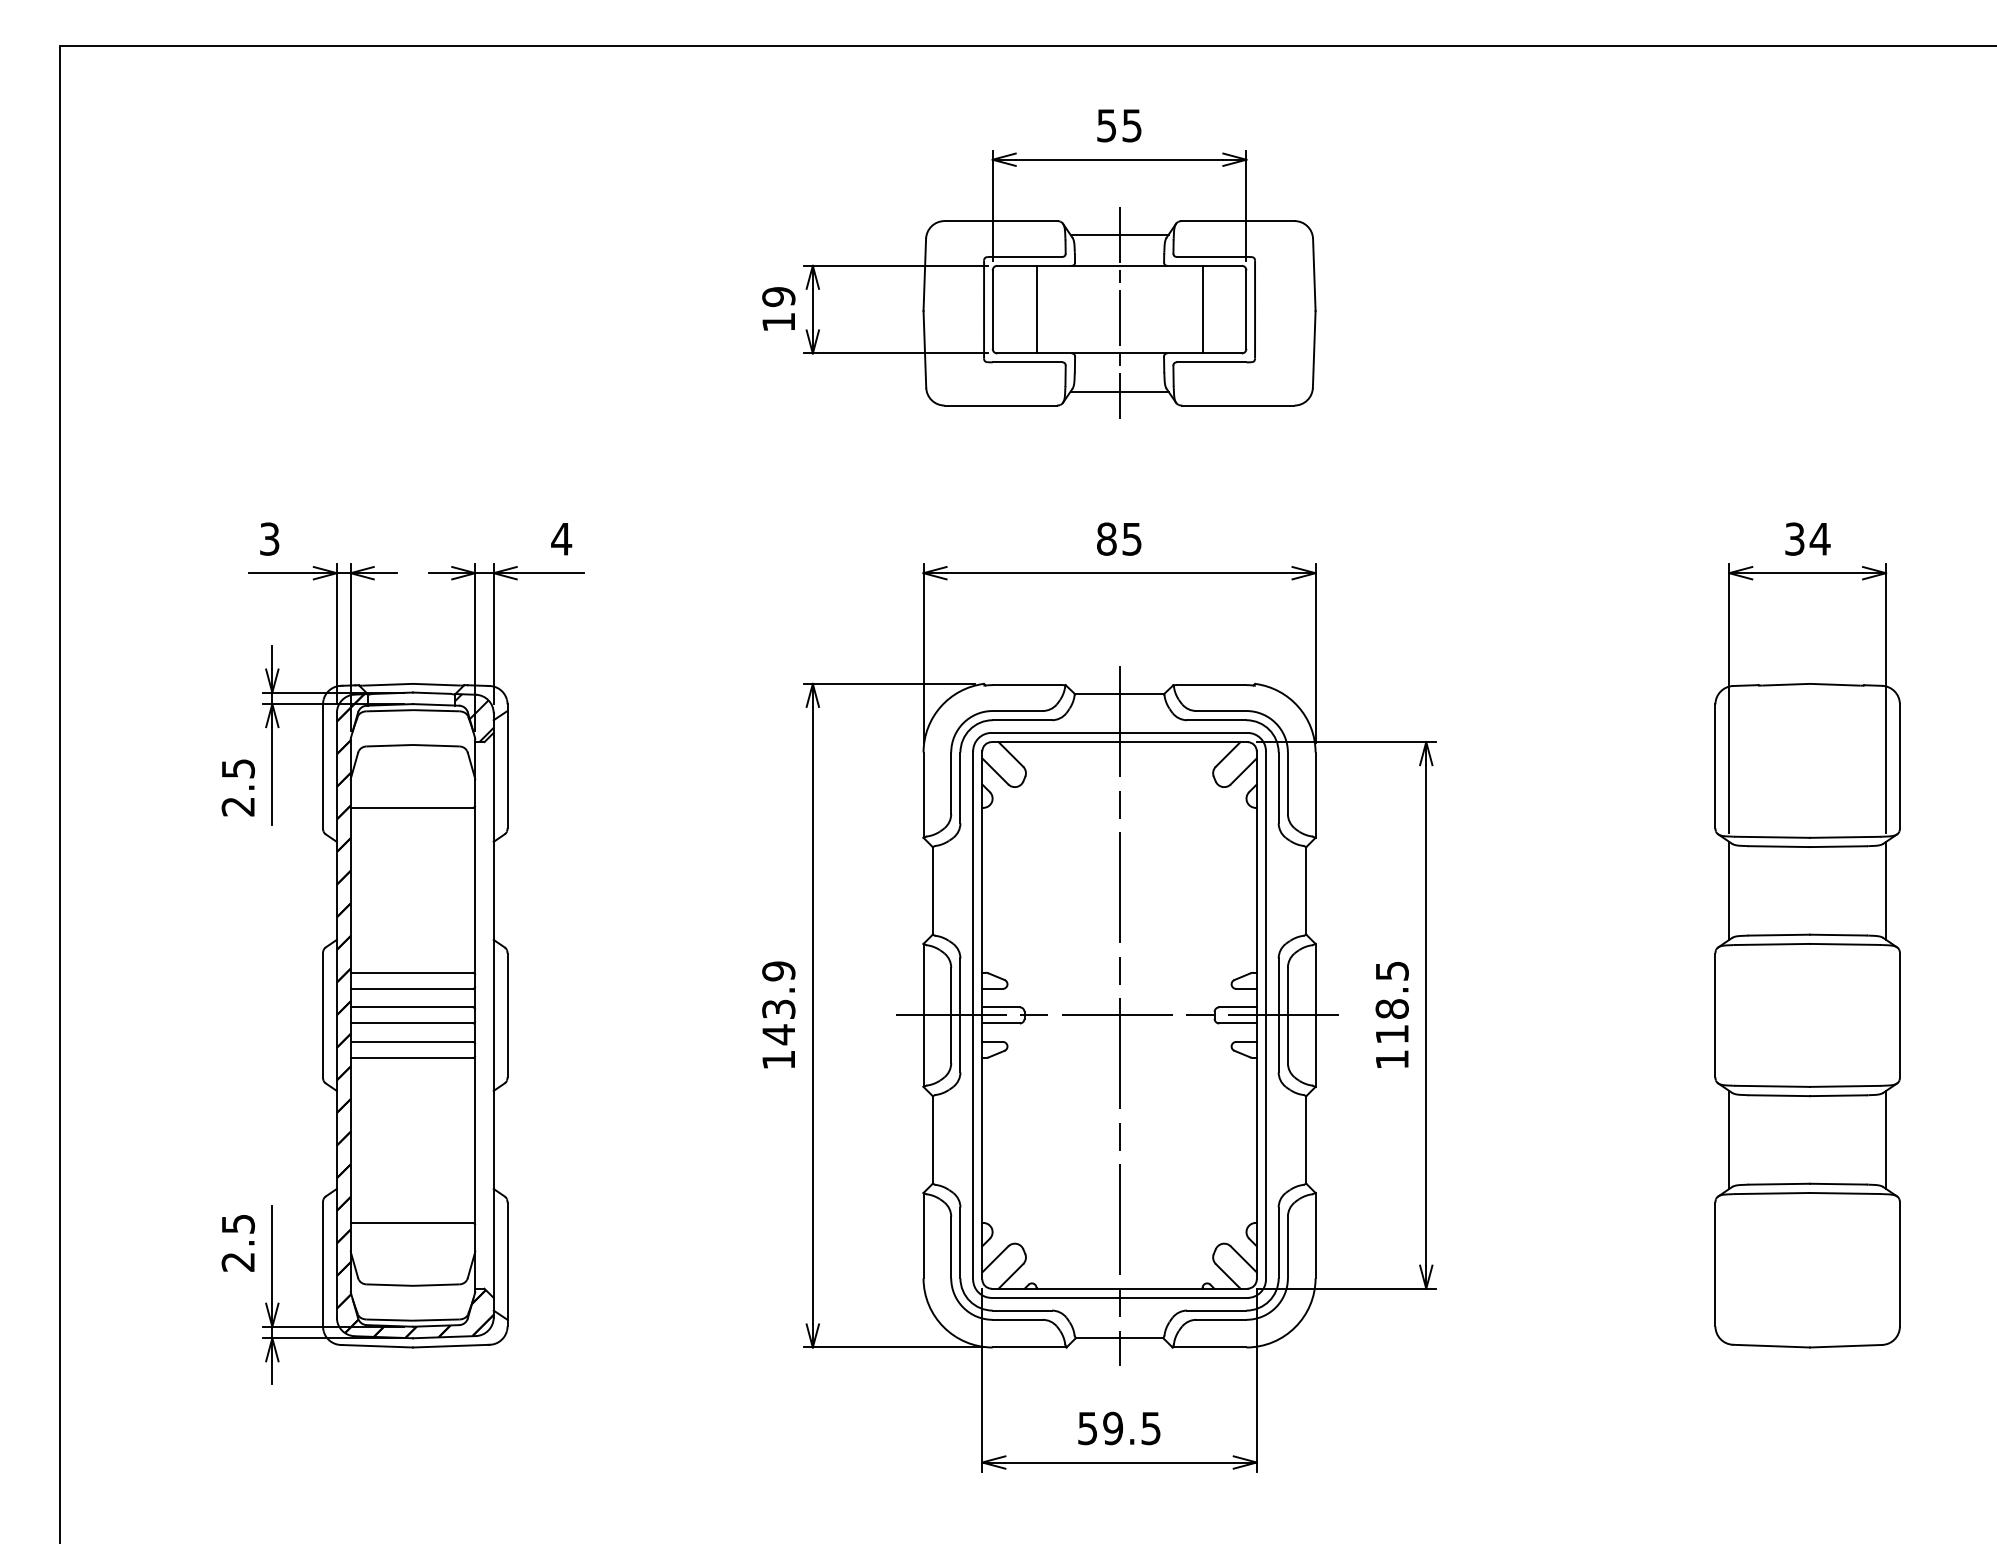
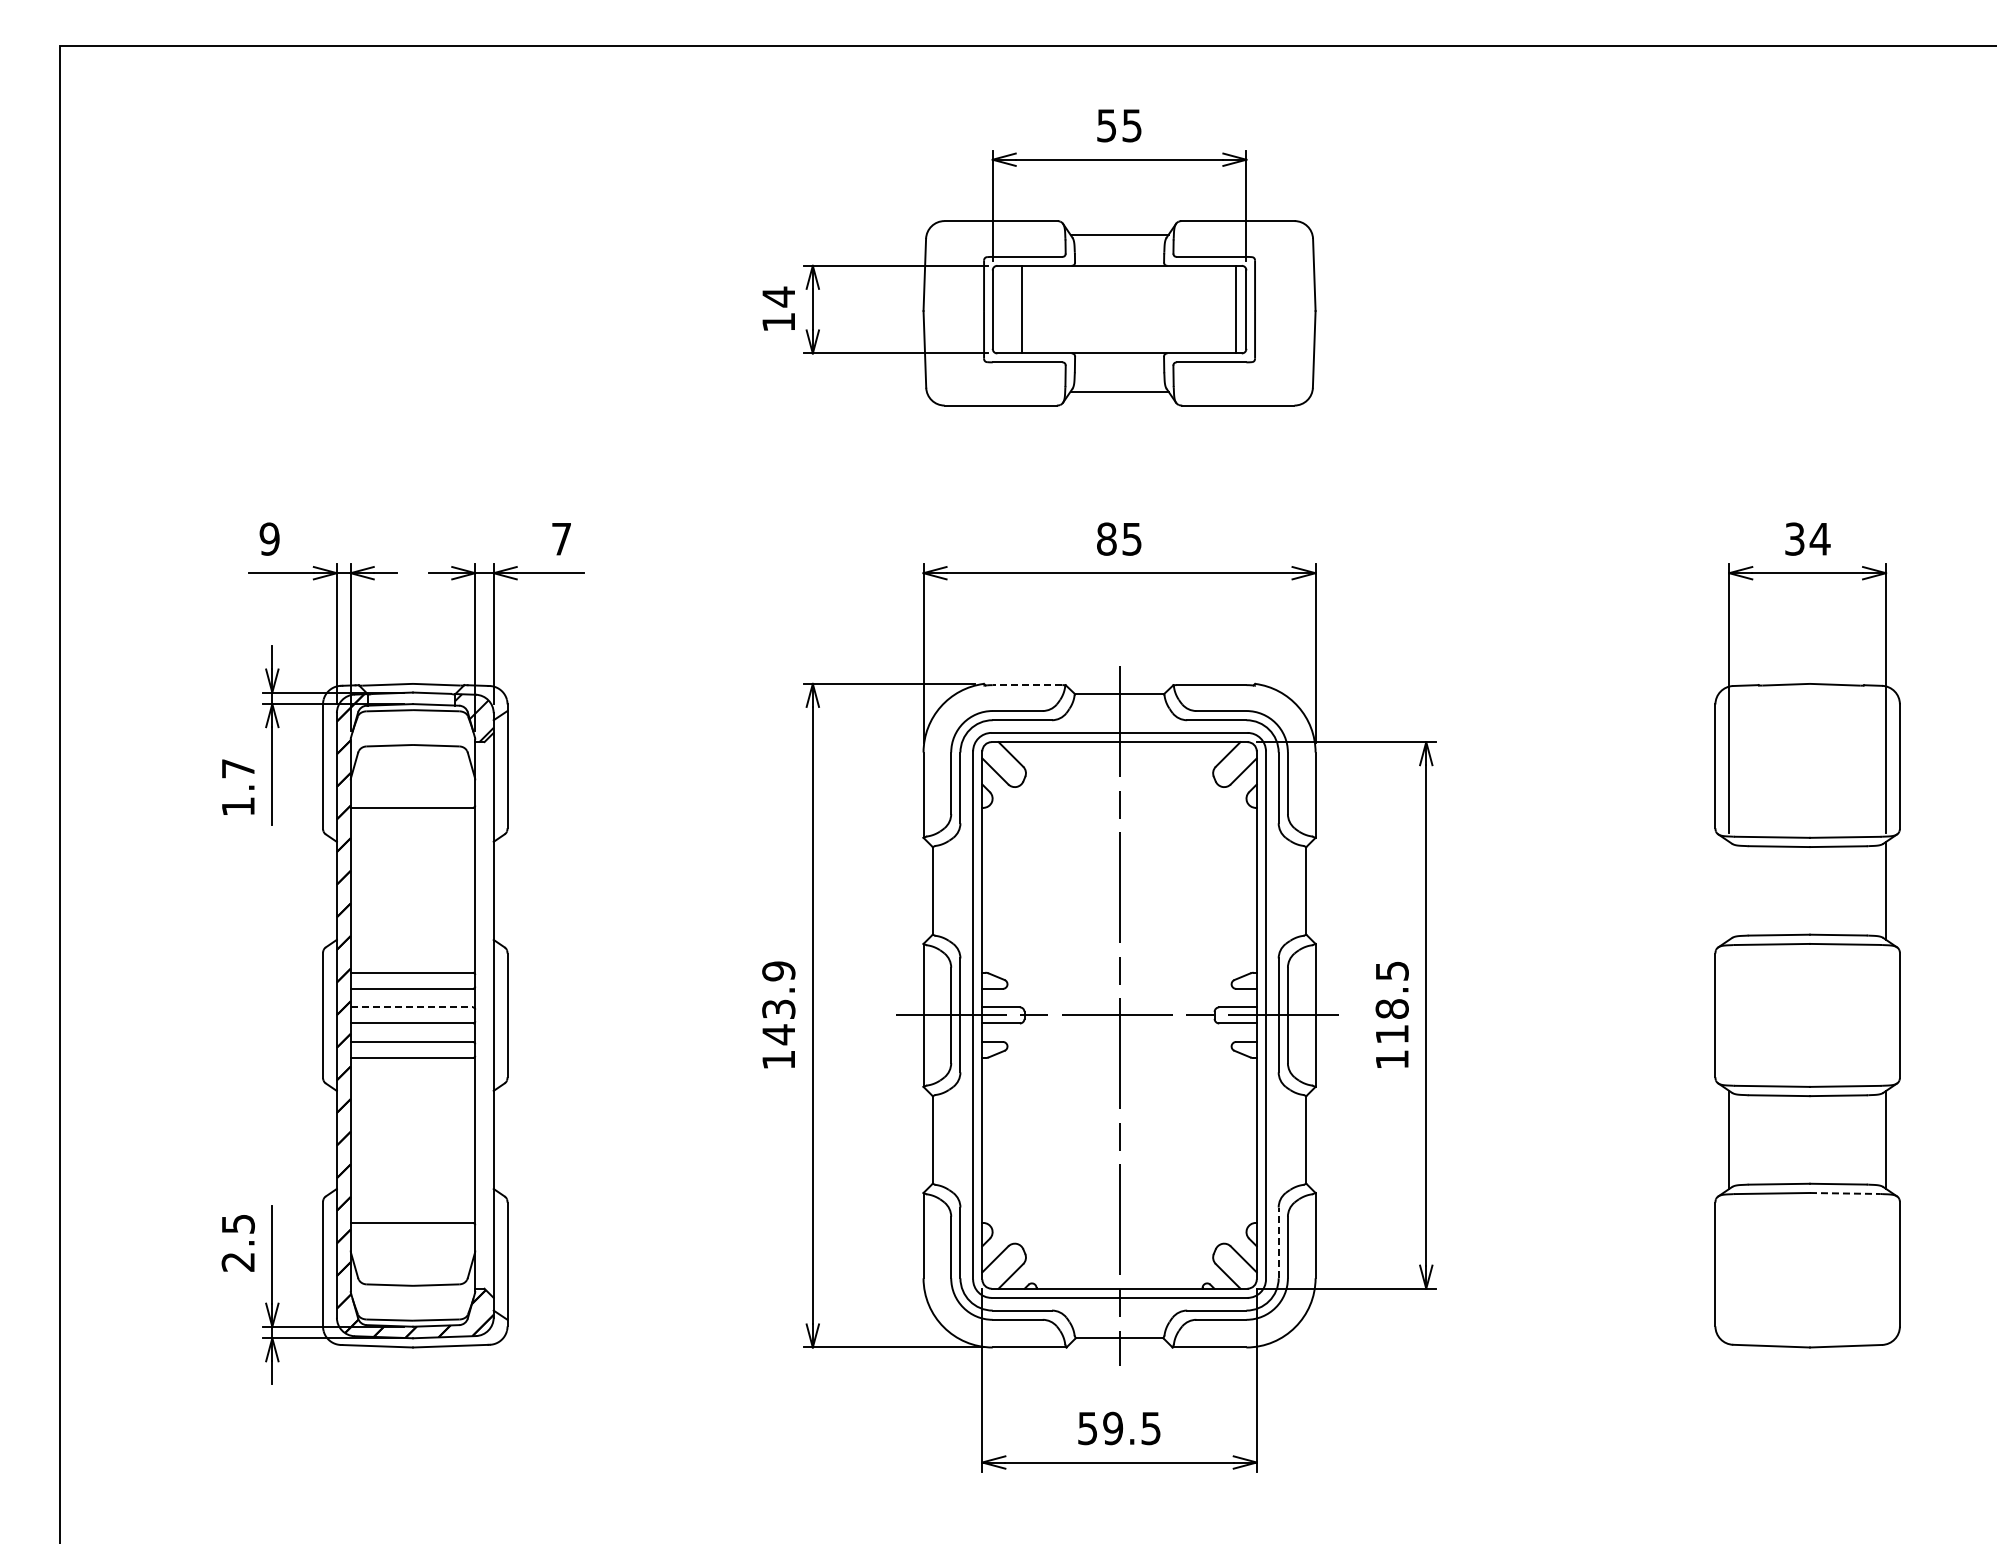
text at (778, 296): 19 -> 14
line at (1036, 309) position: (1036, 309) -> (1021, 309)
line at (1202, 309) position: (1202, 309) -> (1235, 309)
line at (1119, 313): present -> none
text at (269, 538): 3 -> 9
text at (561, 539): 4 -> 7
line at (1027, 685): solid -> dashed
text at (237, 787): 2.5 -> 1.7
line at (1729, 890): present -> none
line at (412, 1007): solid -> dashed
line at (1845, 1193): solid -> dashed
line at (1278, 1242): solid -> dashed
